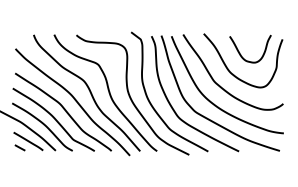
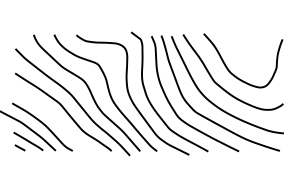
curve at (240, 52): present -> none
curve at (53, 118): present -> none
